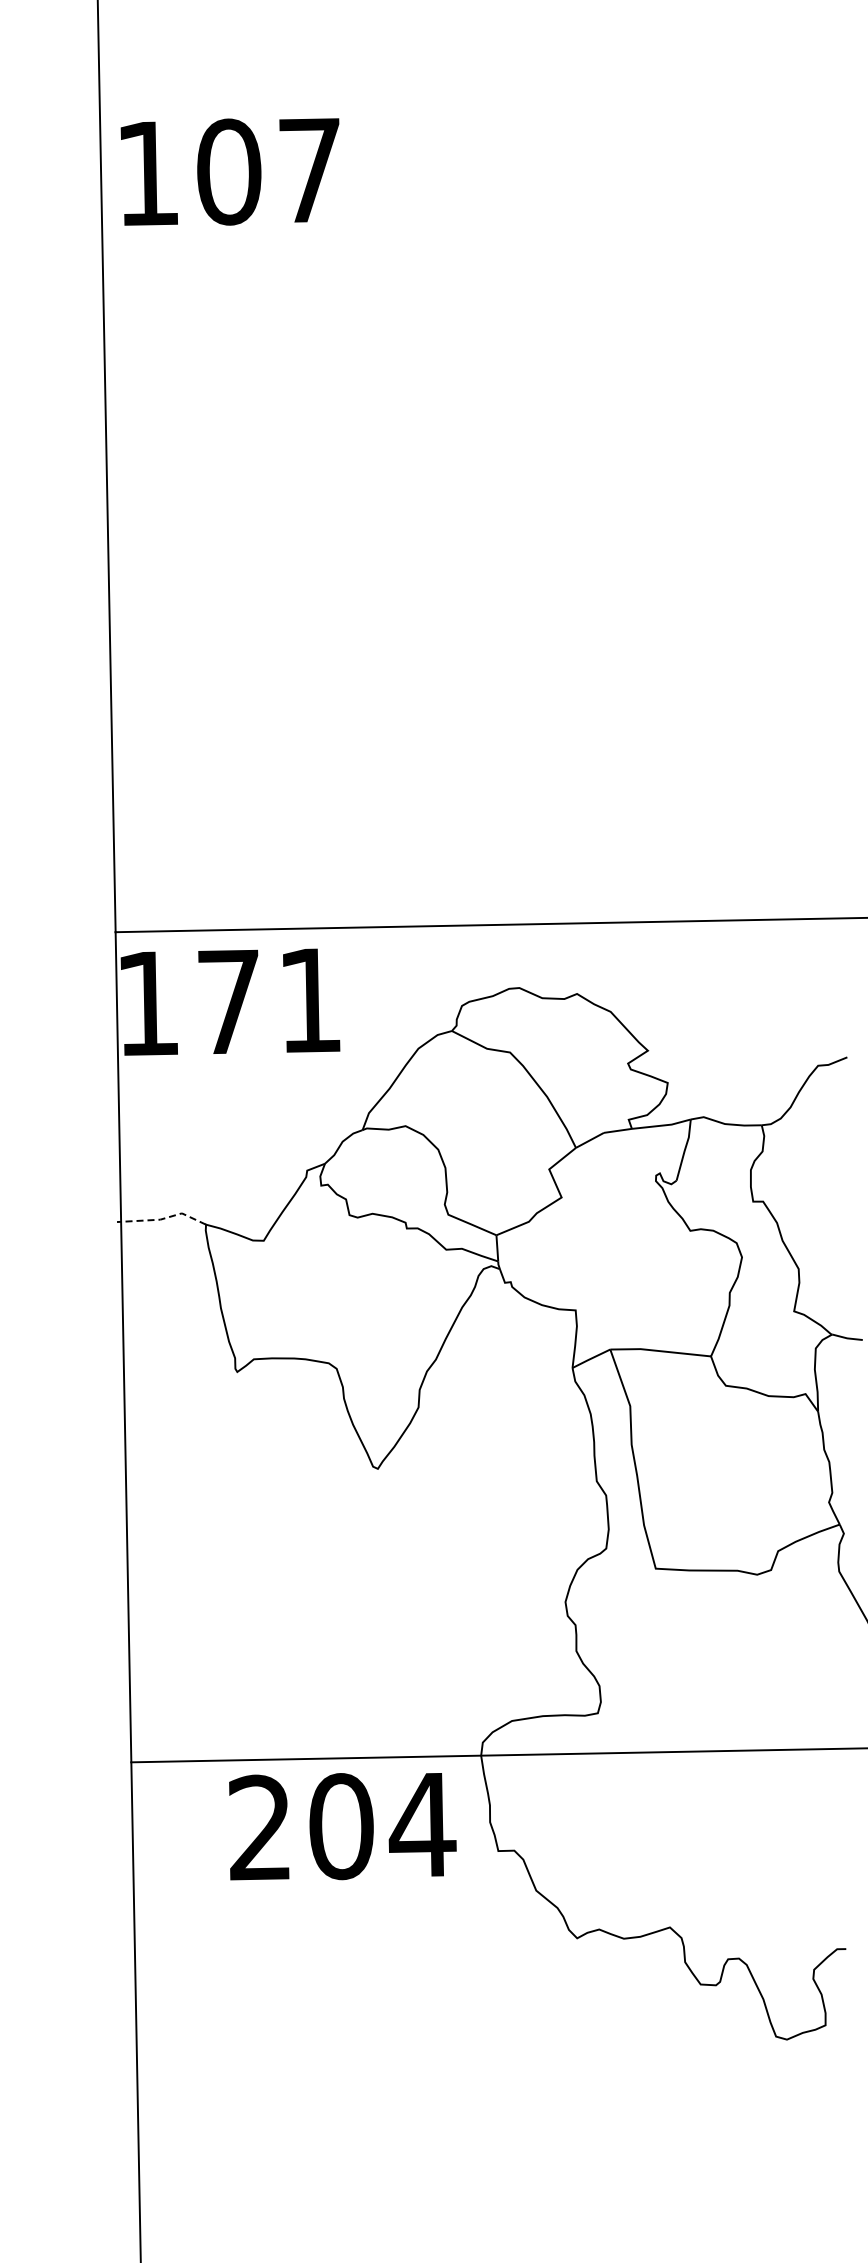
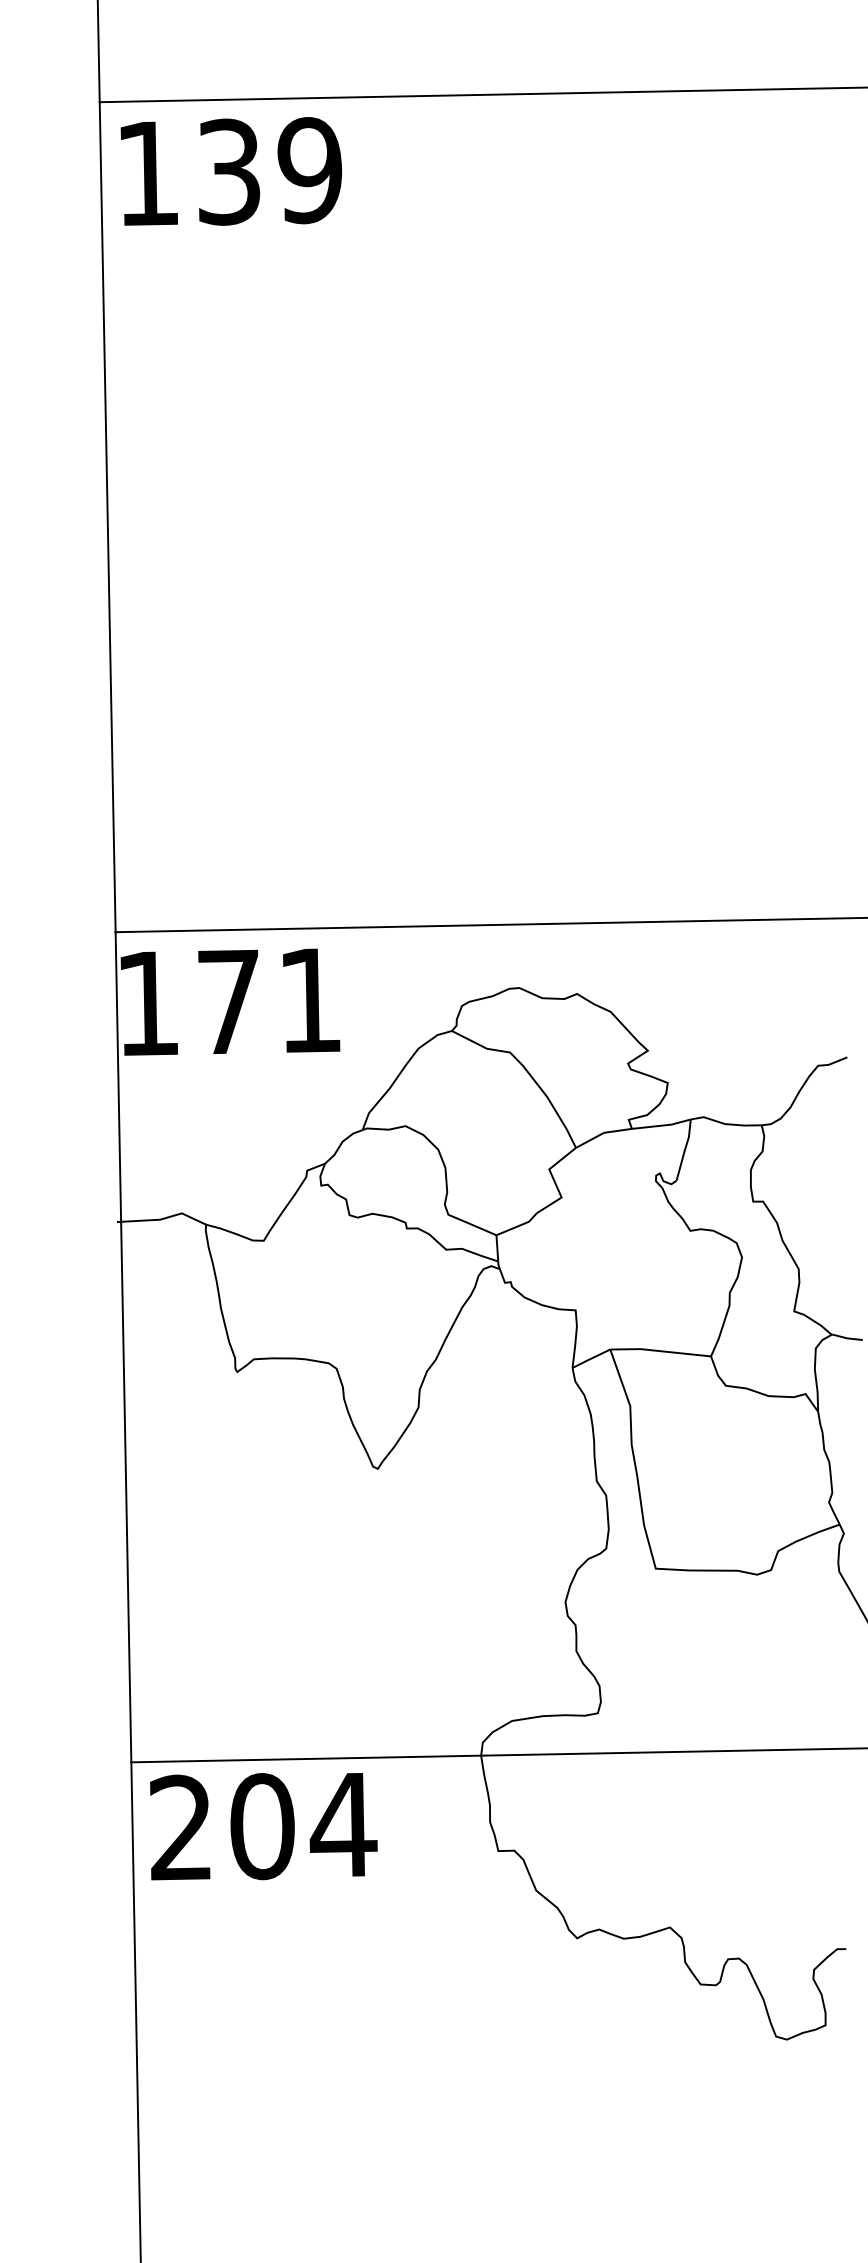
line at (481, 94): none -> present
text at (269, 171): 107 -> 139
line at (163, 1218): dashed -> solid
text at (342, 1826) position: (342, 1826) -> (263, 1826)
